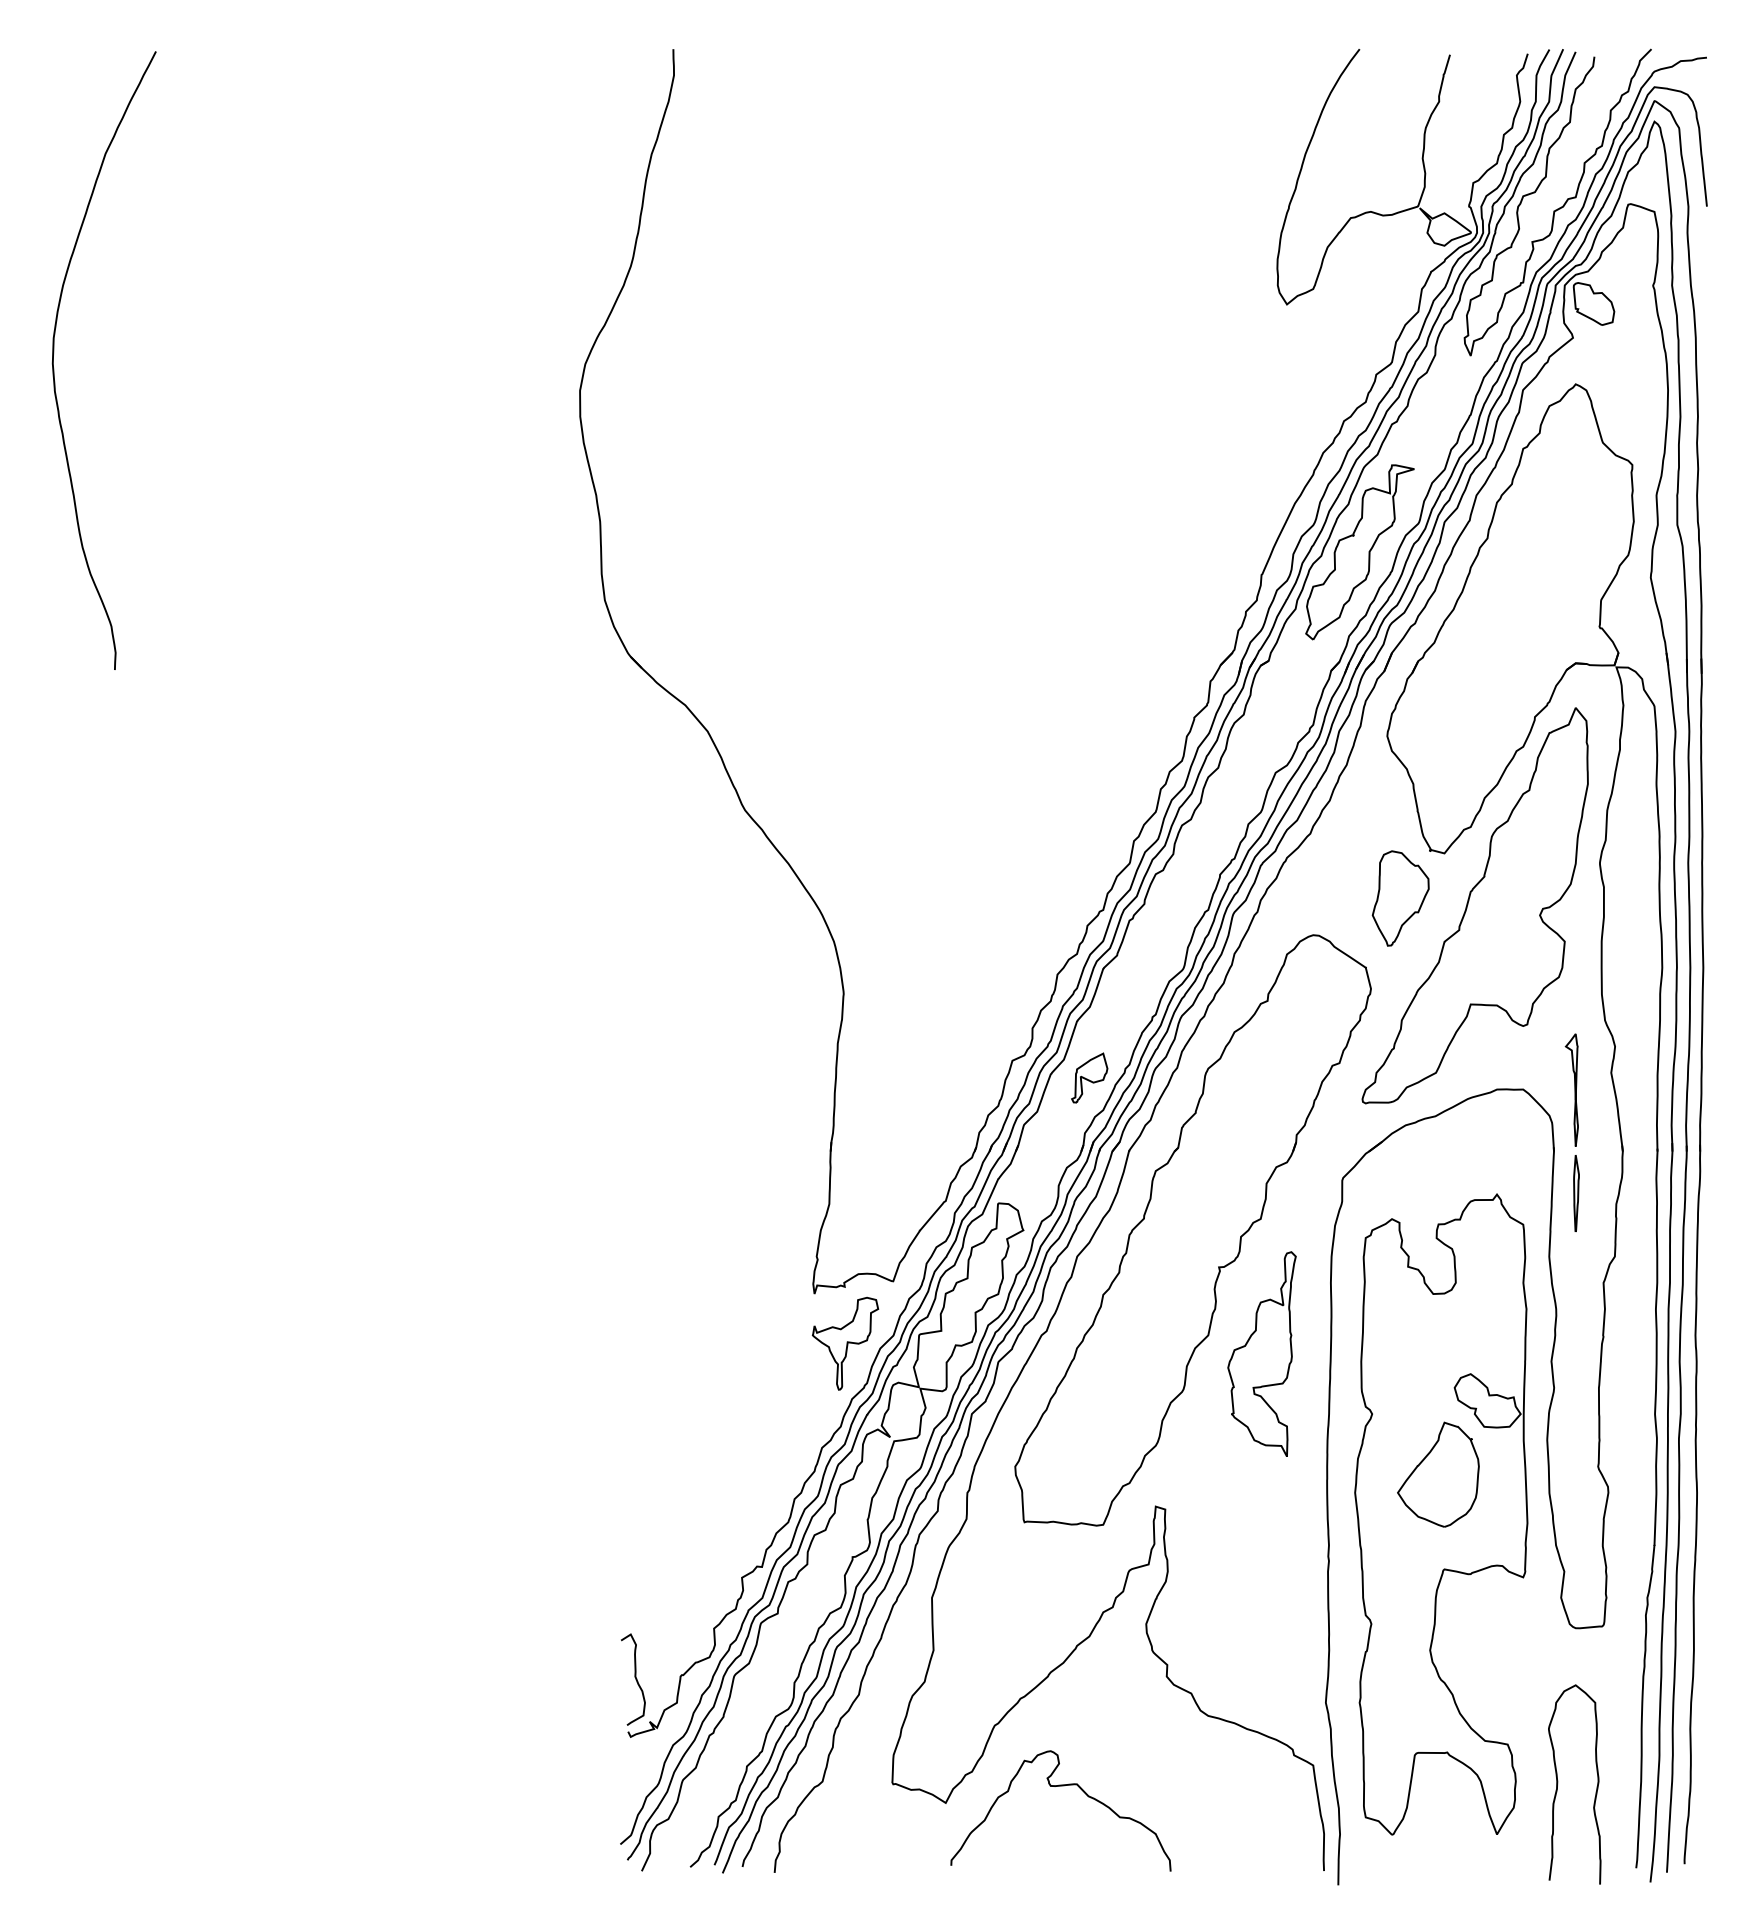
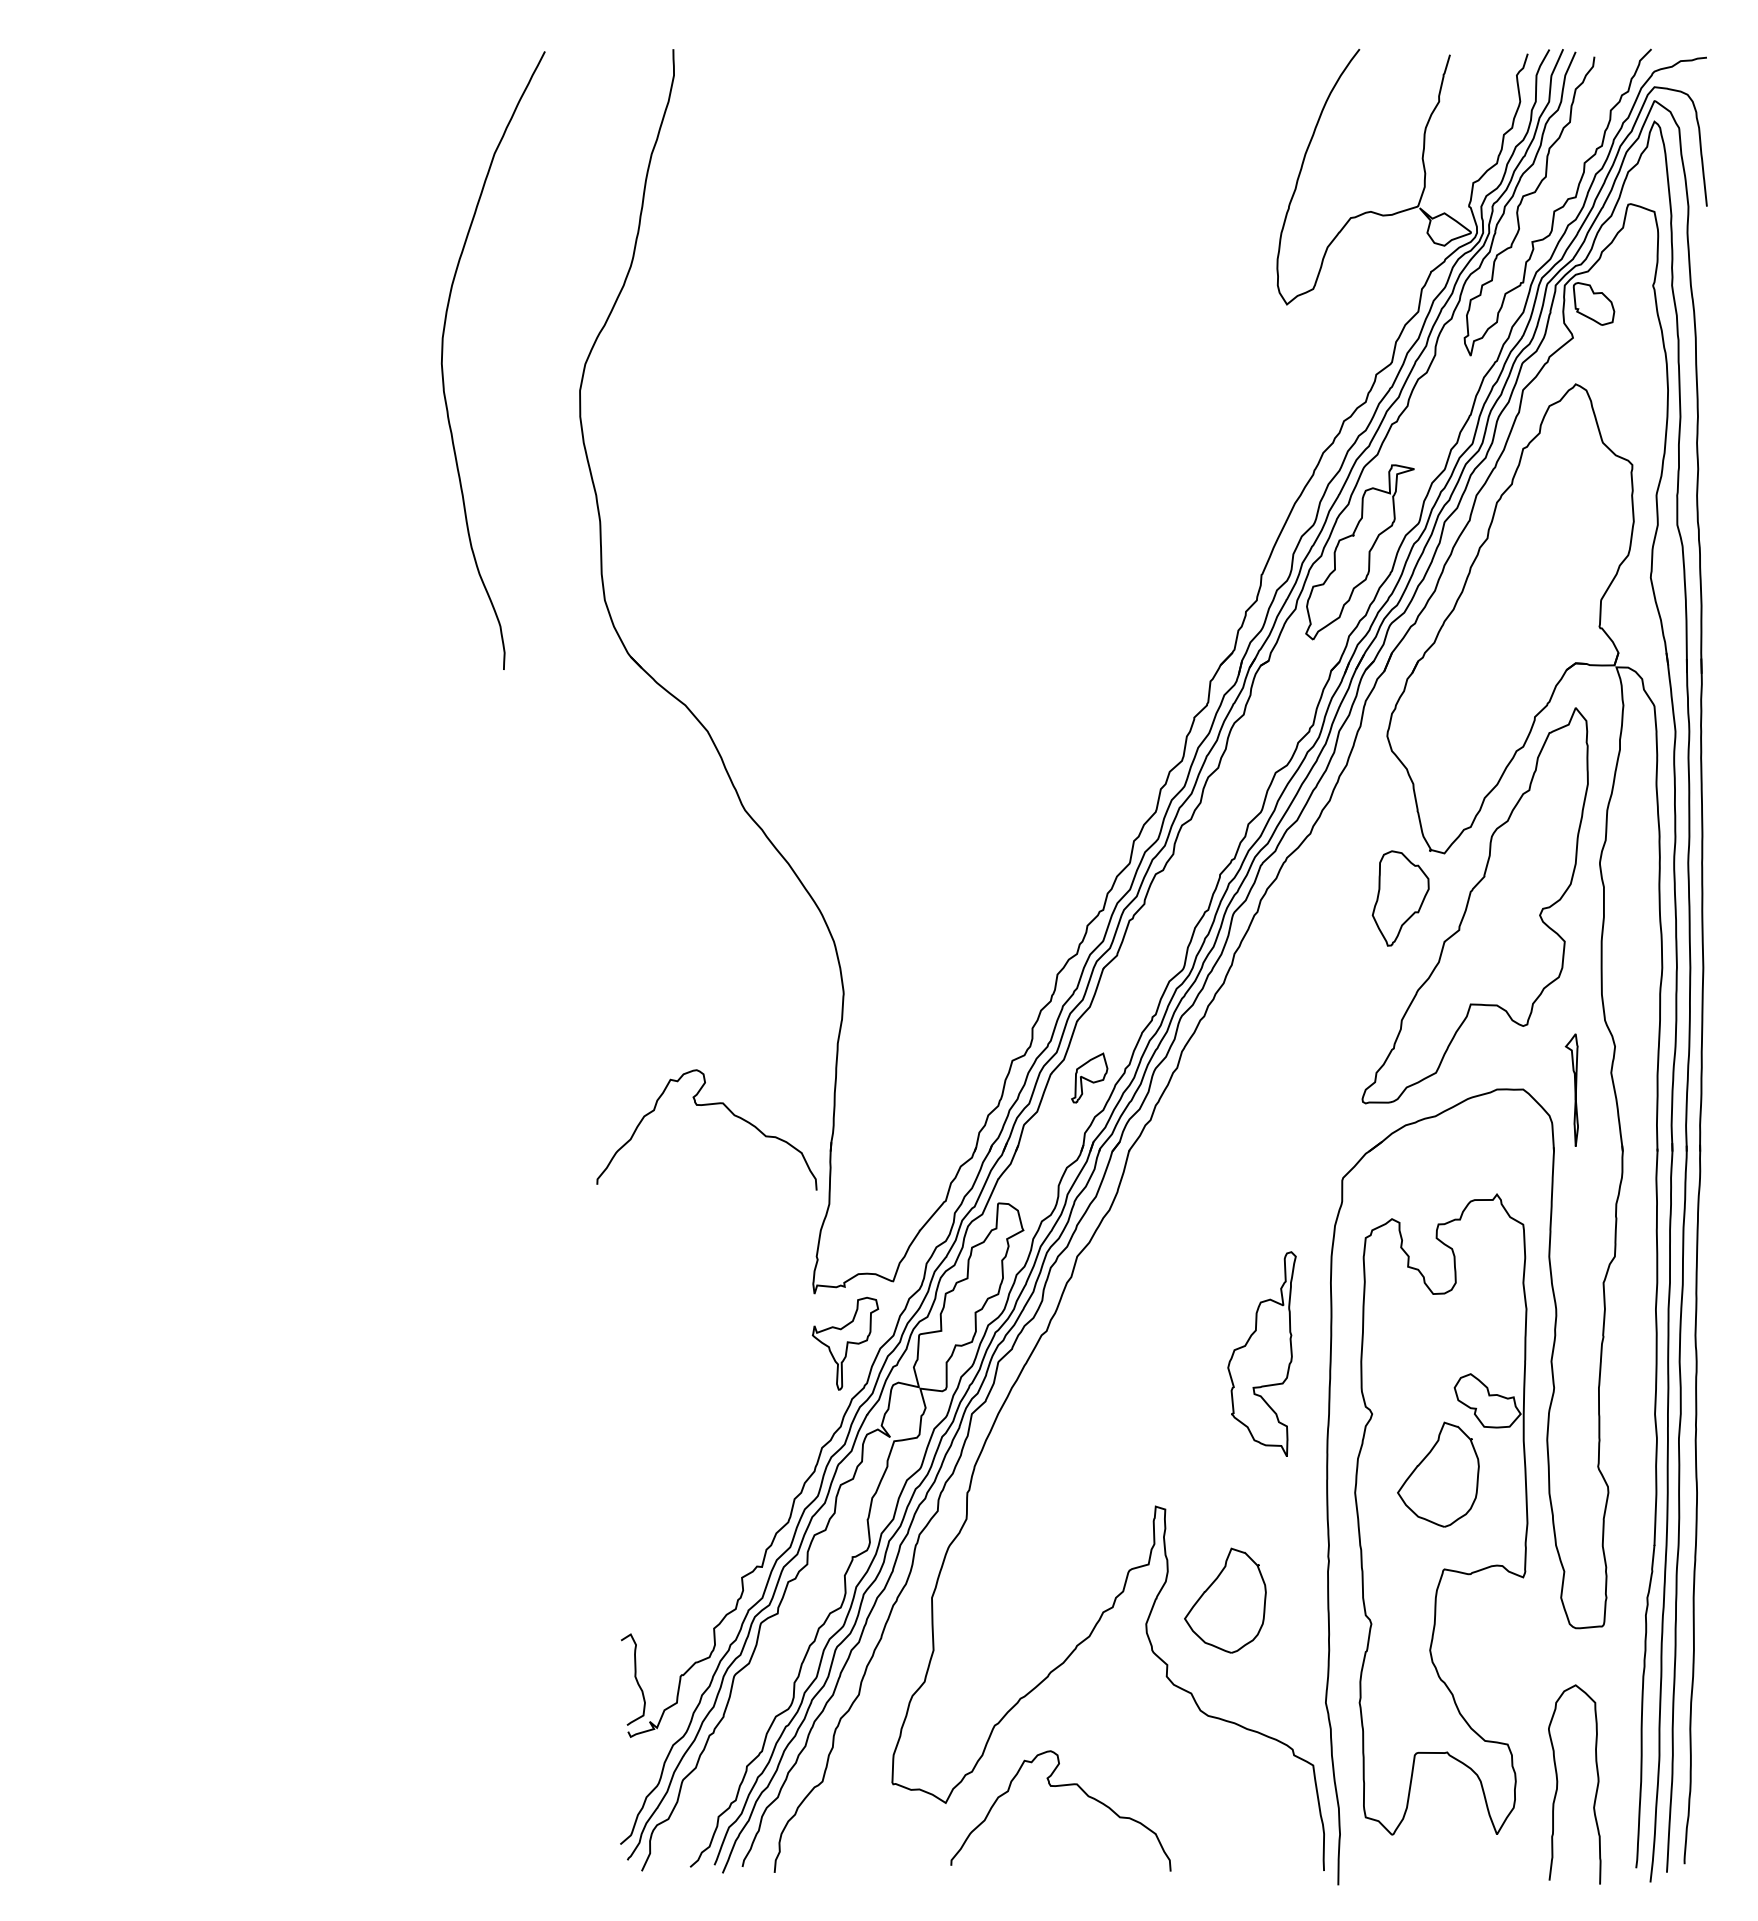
curve at (54, 353) position: (54, 353) -> (443, 353)
curve at (706, 1105): none -> present
part at (1576, 1193): present -> none
part at (1192, 1230): present -> none
part at (1225, 1600): none -> present
